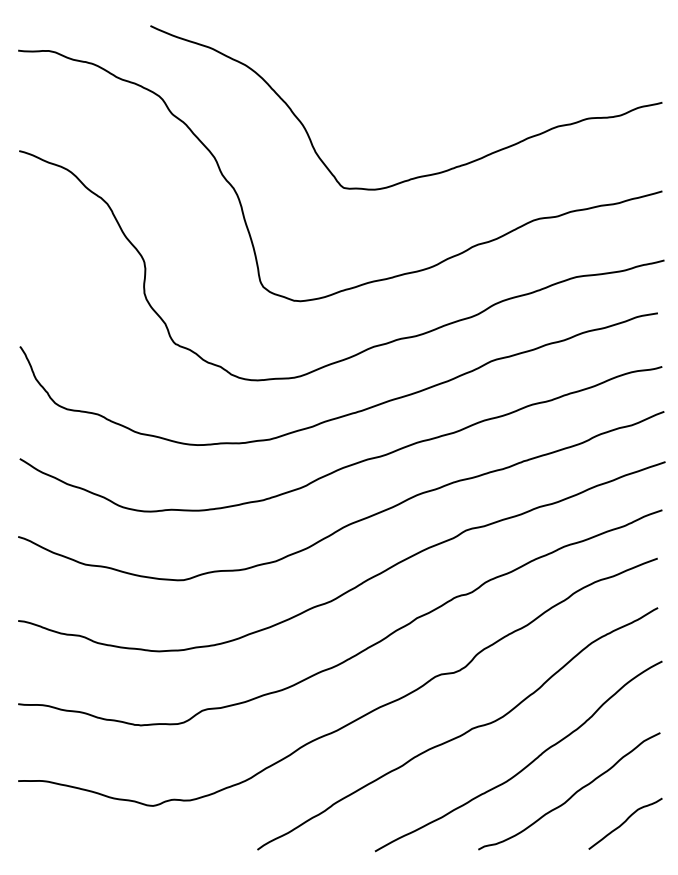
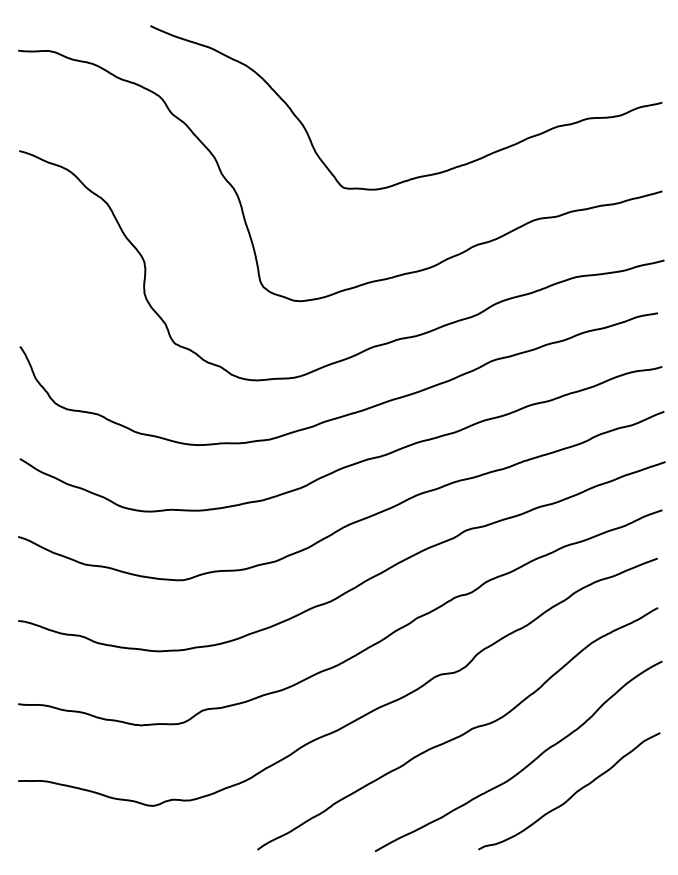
curve at (625, 822): present -> none
